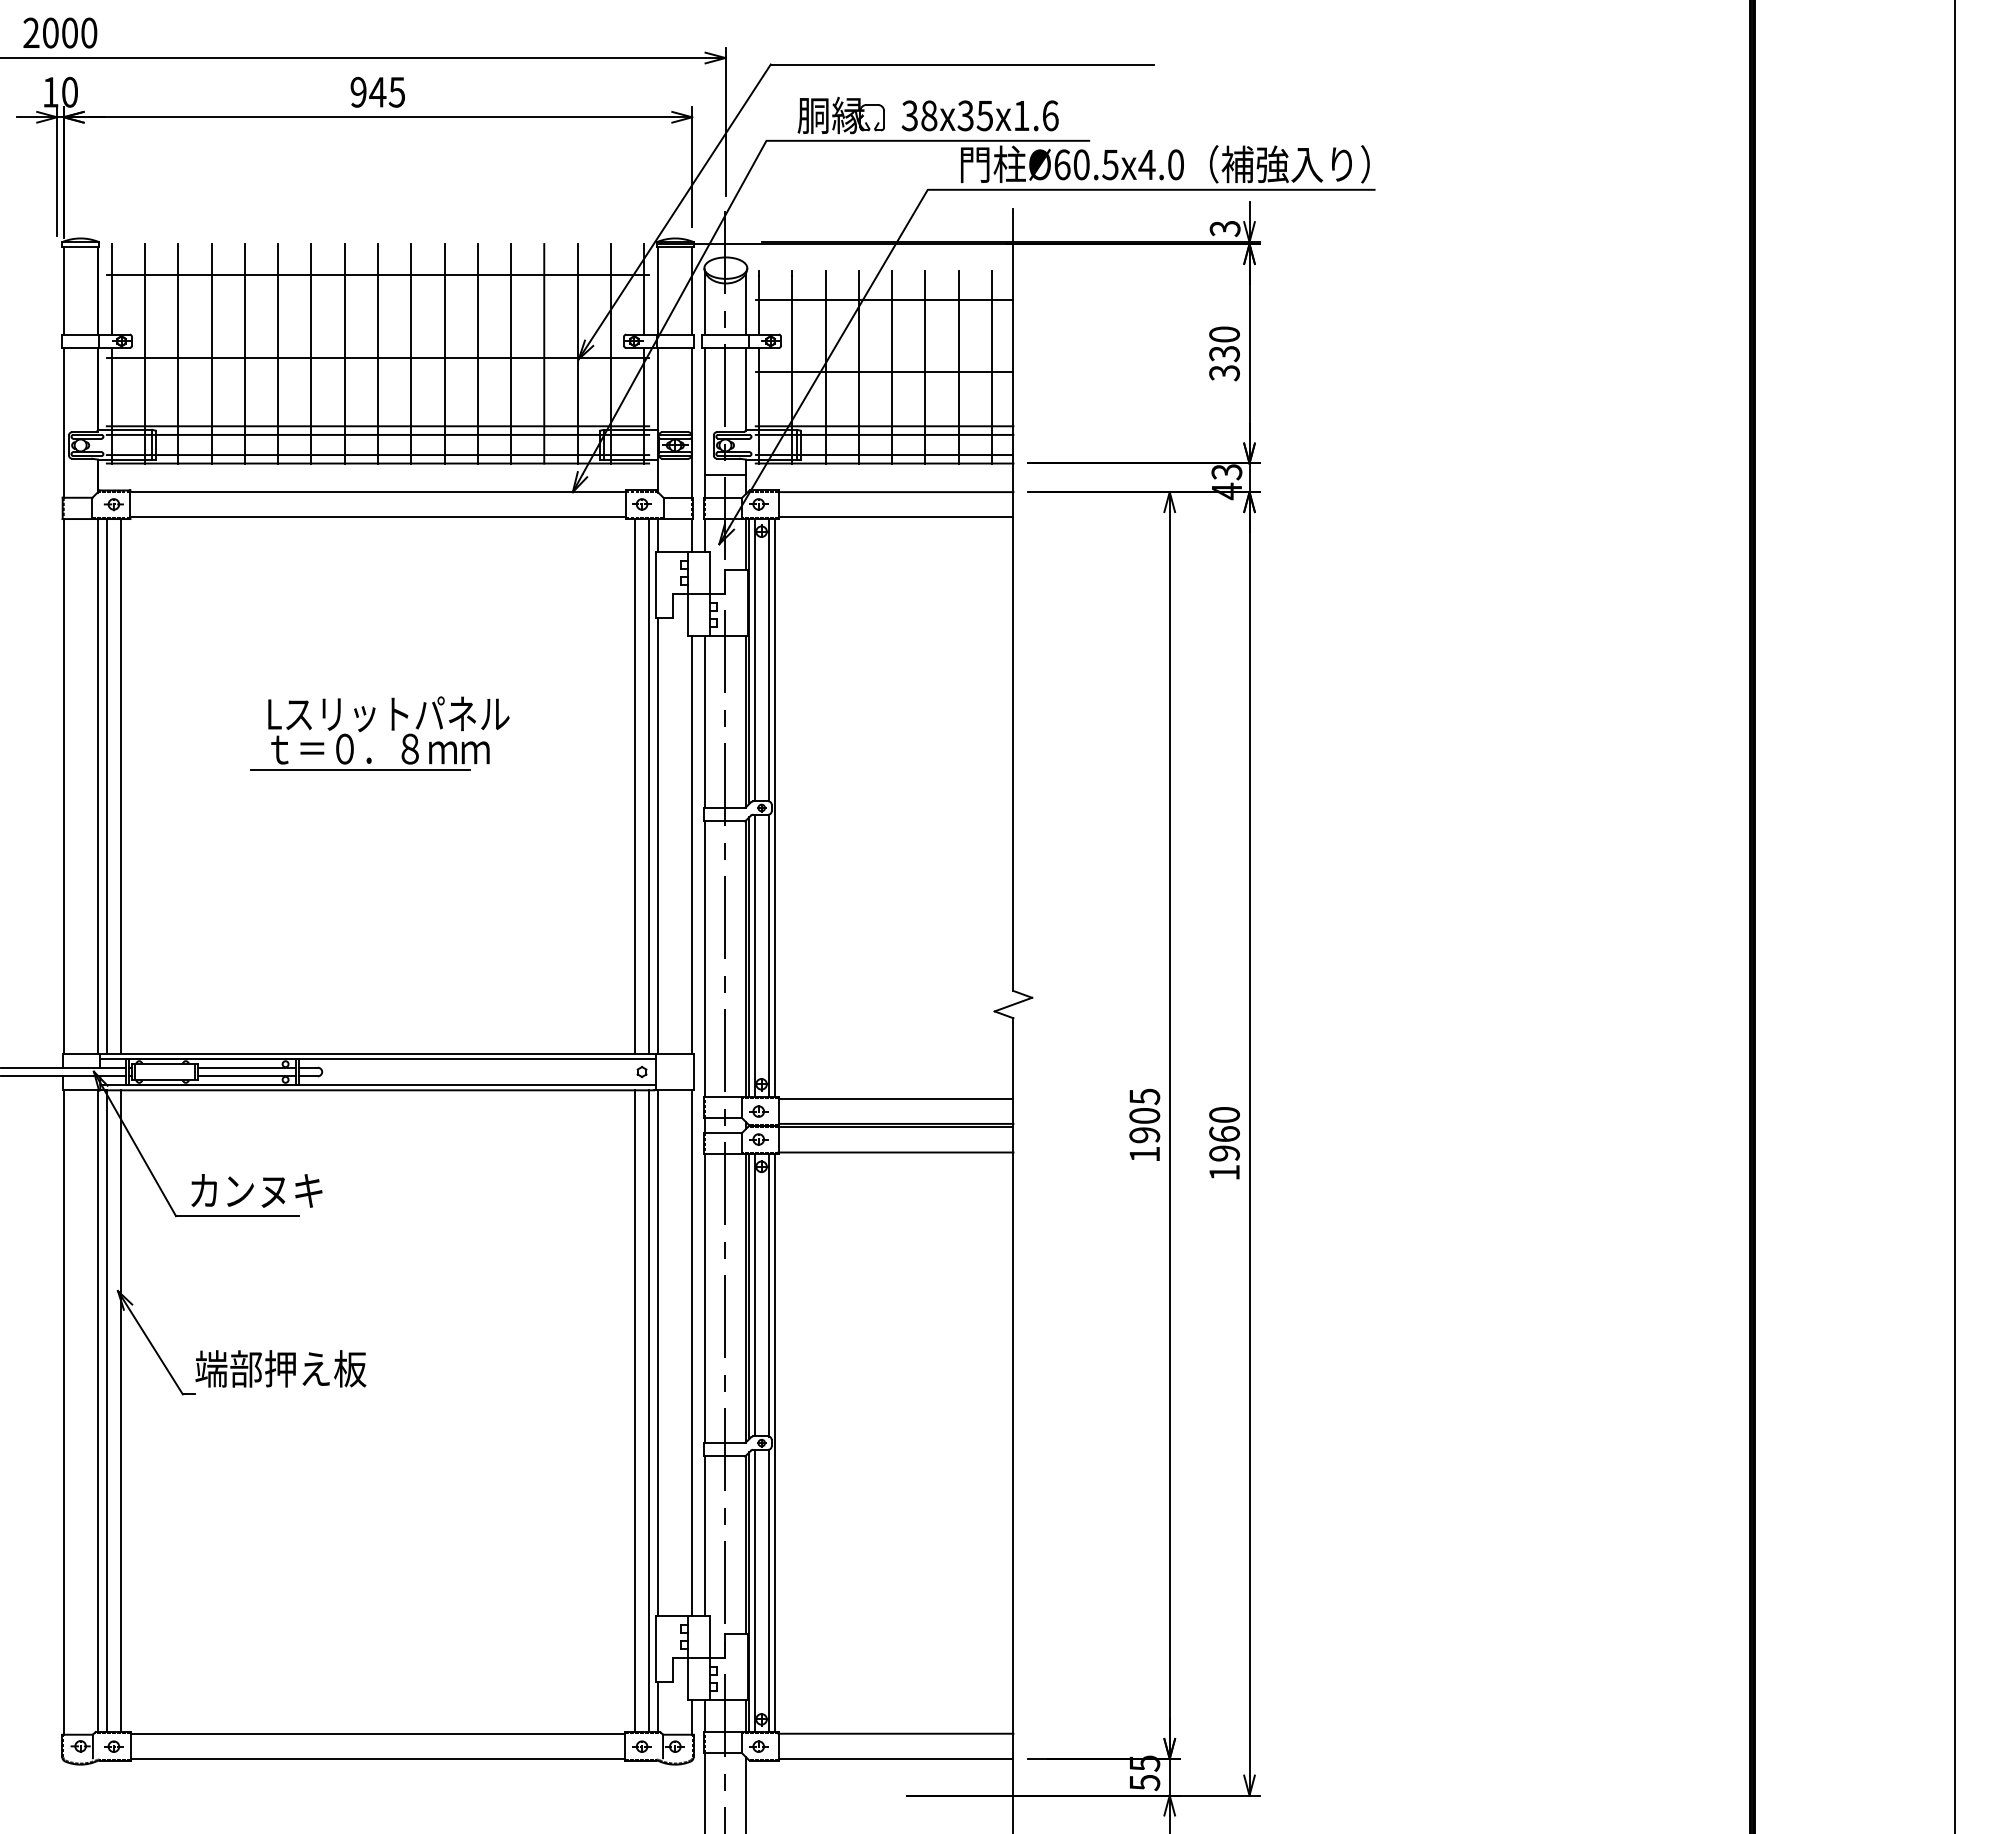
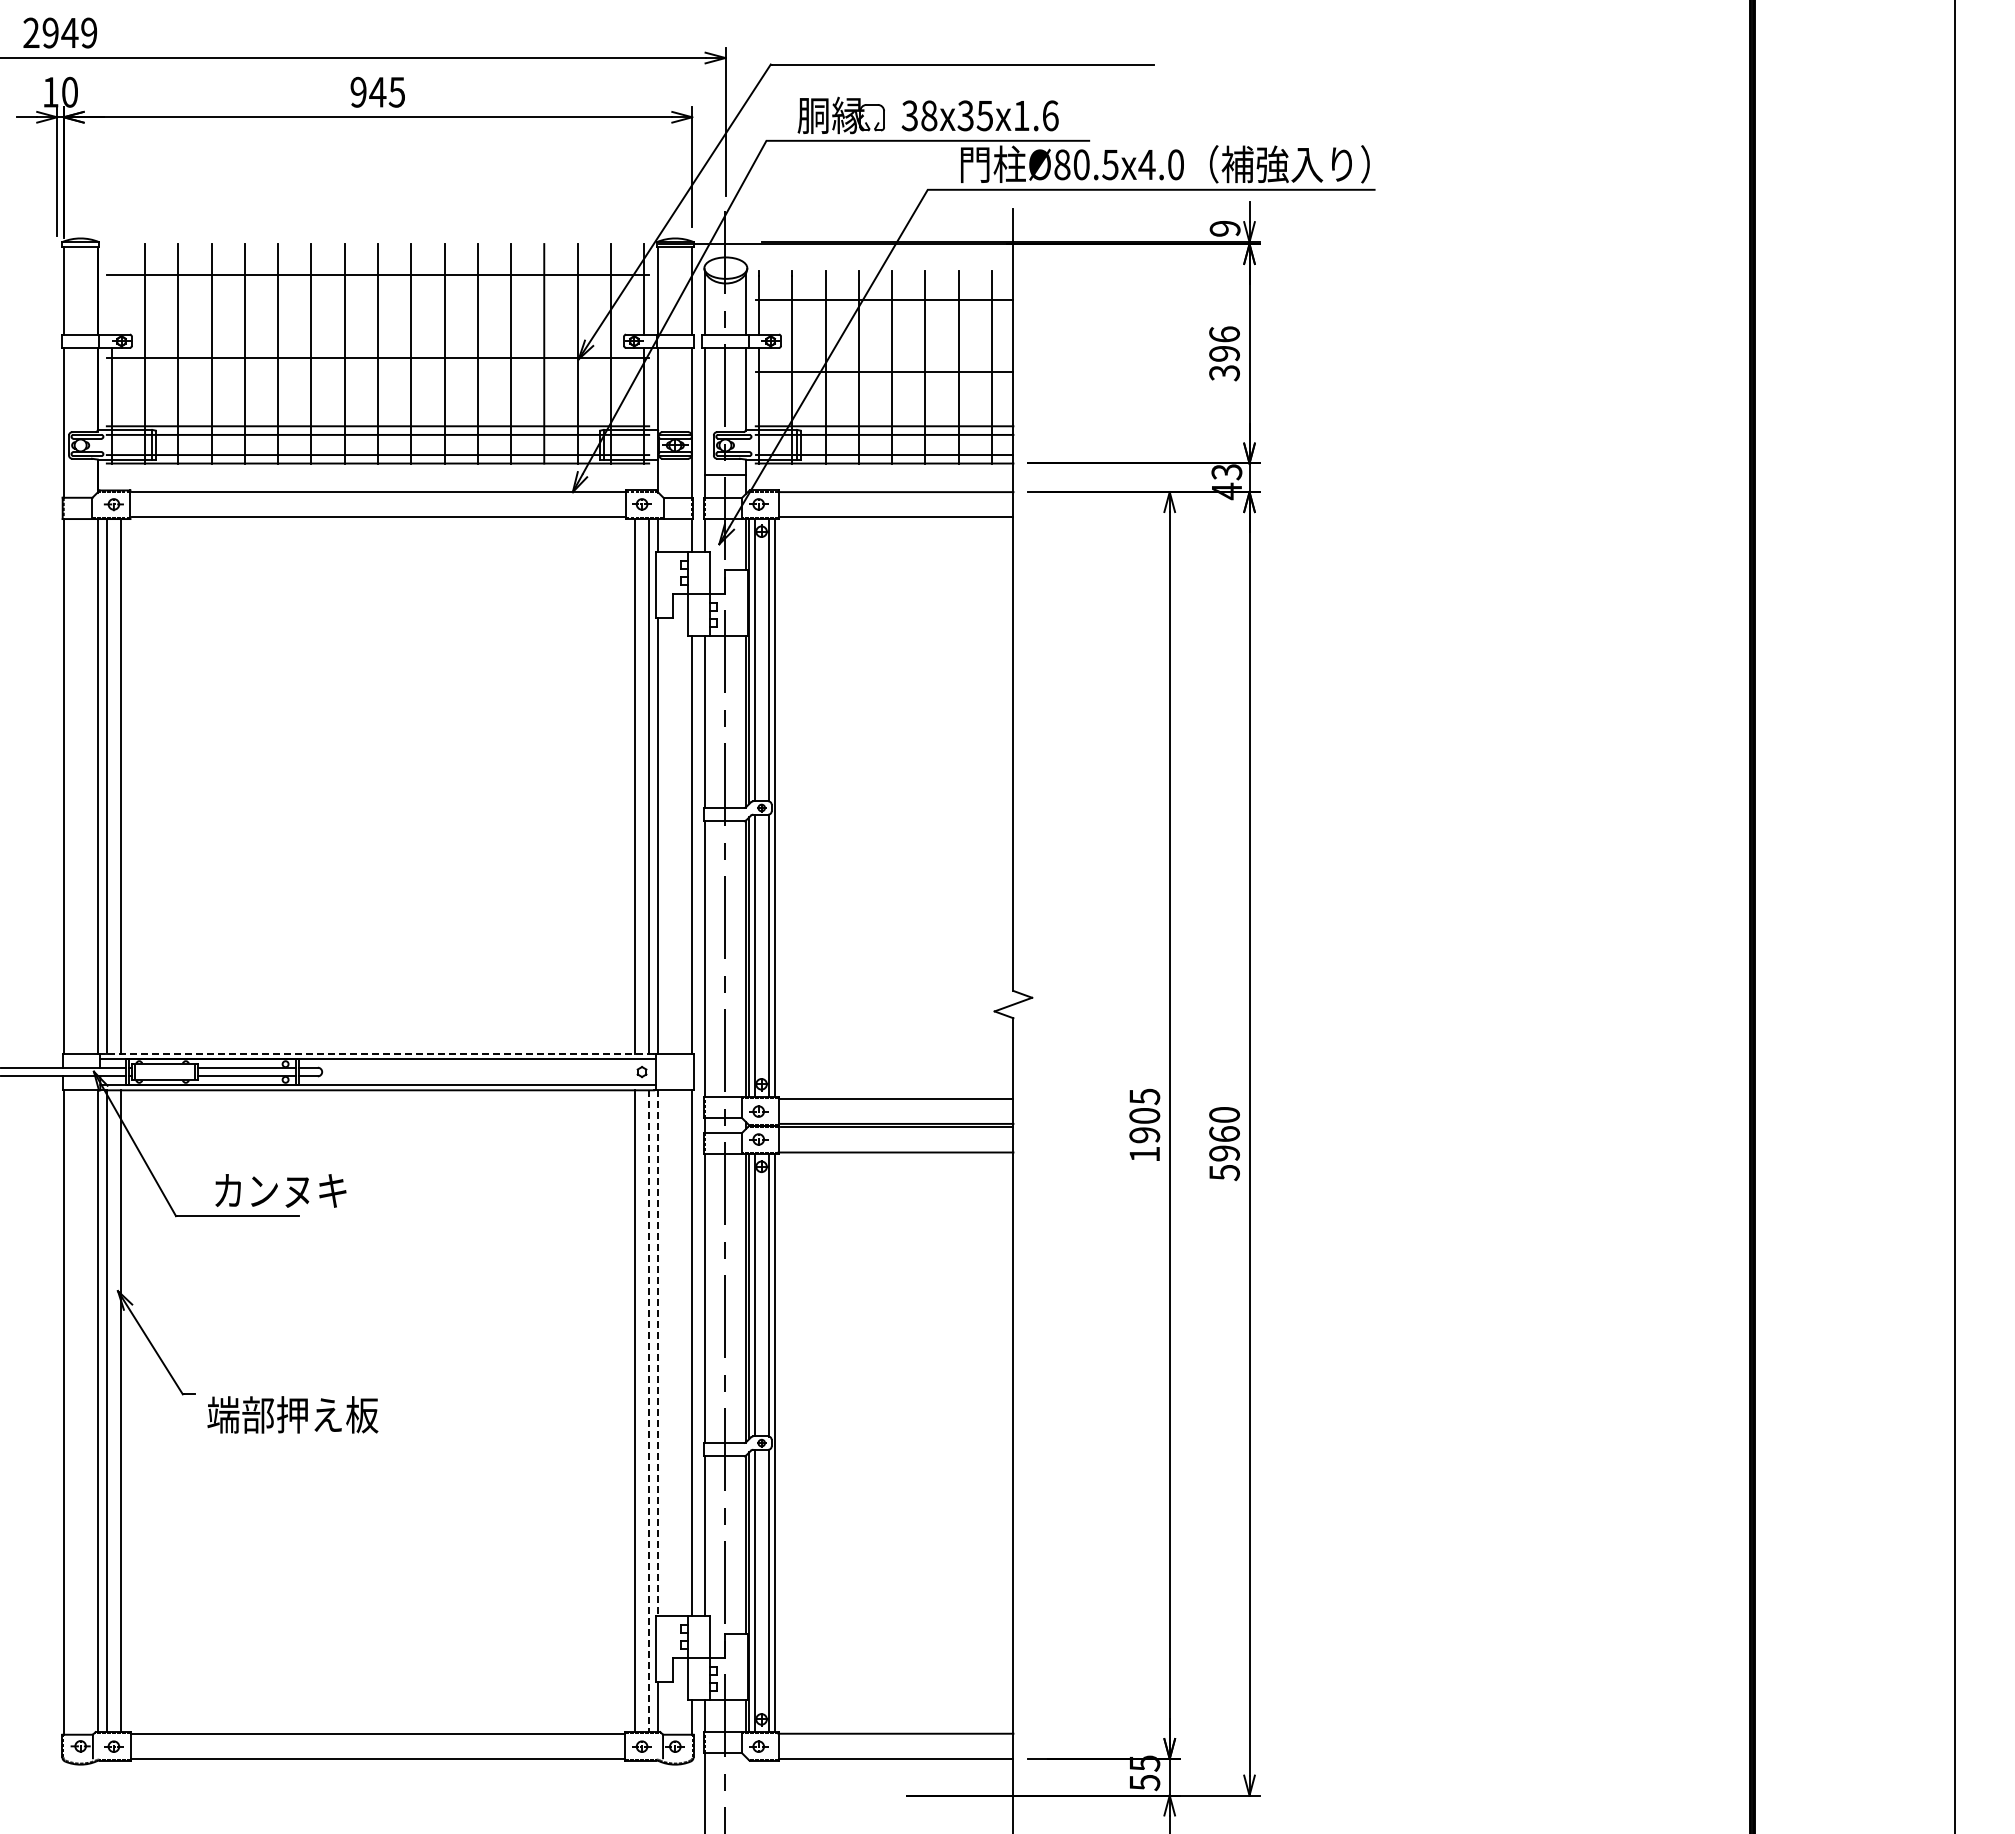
text at (69, 32): 2000 -> 2949
text at (1062, 164): Ø60.5x4.0 -> Ø80.5x4.0
text at (1224, 229): 3 -> 9
line at (111, 289): present -> none
text at (1224, 344): 330 -> 396
part at (391, 730): present -> none
line at (379, 1053): solid -> dashed
text at (1224, 1173): 1960 -> 5960
text at (256, 1190) position: (256, 1190) -> (280, 1190)
line at (658, 1353): solid -> dashed
text at (280, 1368) position: (280, 1368) -> (292, 1414)
line at (649, 1411): solid -> dashed
line at (745, 1793): present -> none
